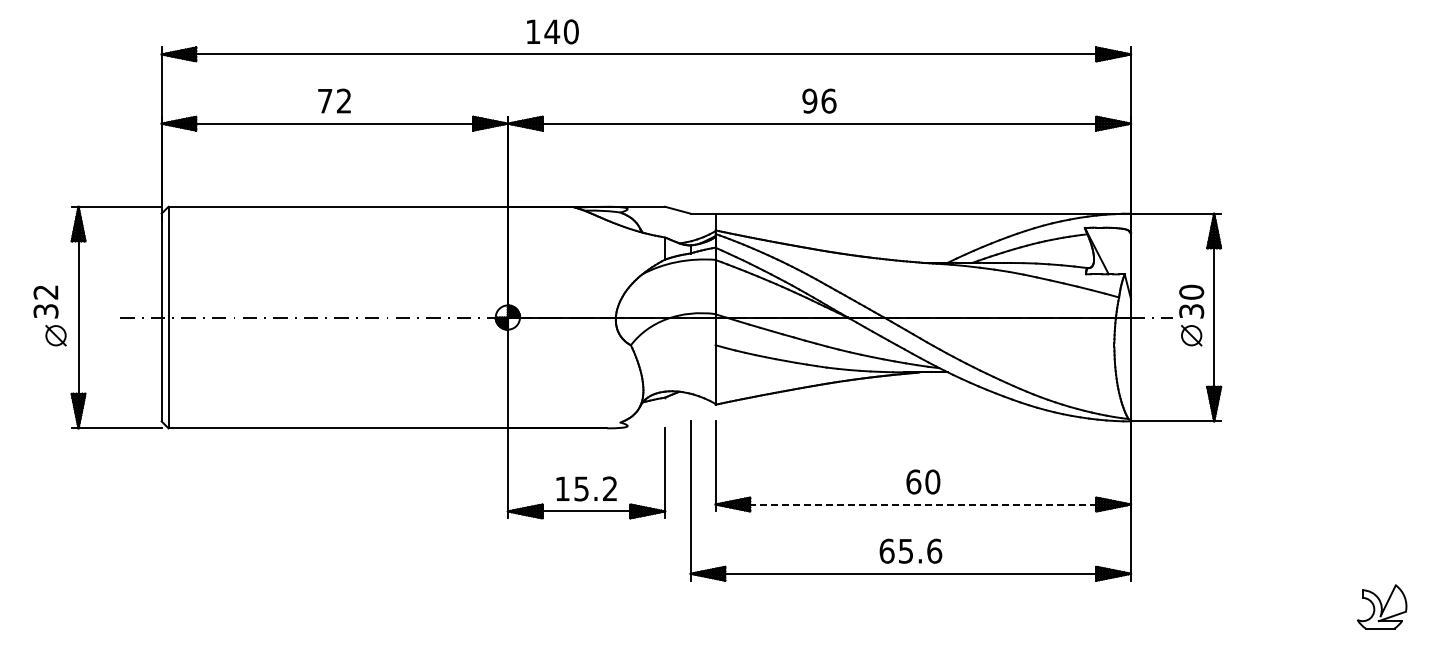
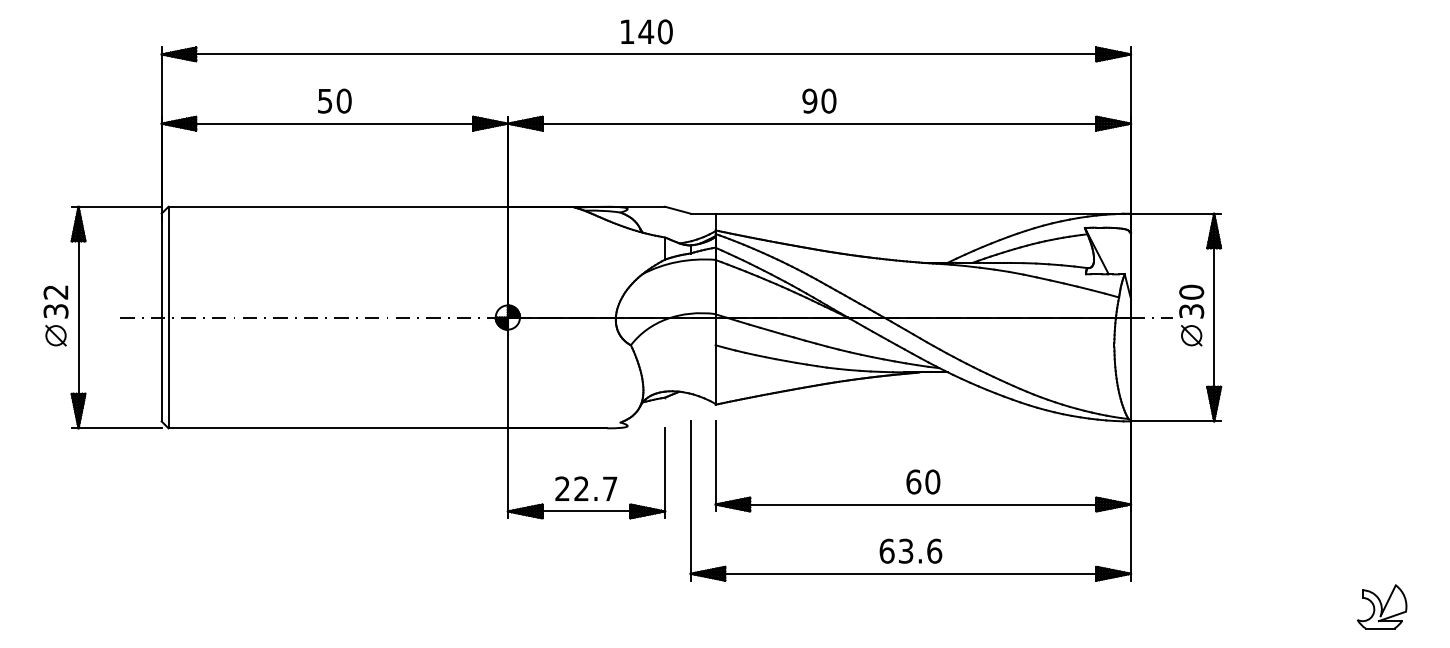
text at (552, 31) position: (552, 31) -> (646, 31)
text at (334, 100): 72 -> 50
text at (828, 100): 96 -> 90
text at (45, 301) position: (45, 301) -> (55, 301)
text at (586, 488): 15.2 -> 22.7
line at (923, 504): dashed -> solid
text at (906, 550): 65.6 -> 63.6
